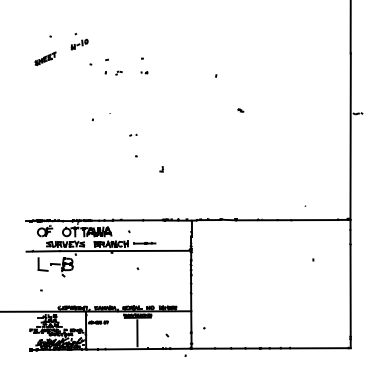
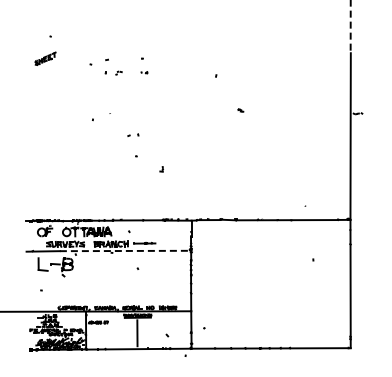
line at (350, 27): solid -> dashed
part at (79, 41): present -> none
part at (133, 134) size: 9x4 px -> 13x4 px
line at (125, 250): solid -> dashed
